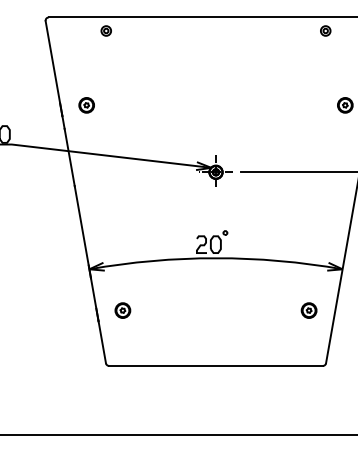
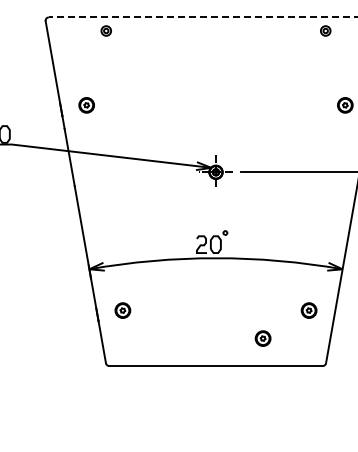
line at (202, 17): solid -> dashed
part at (262, 338): none -> present
line at (178, 434): present -> none
